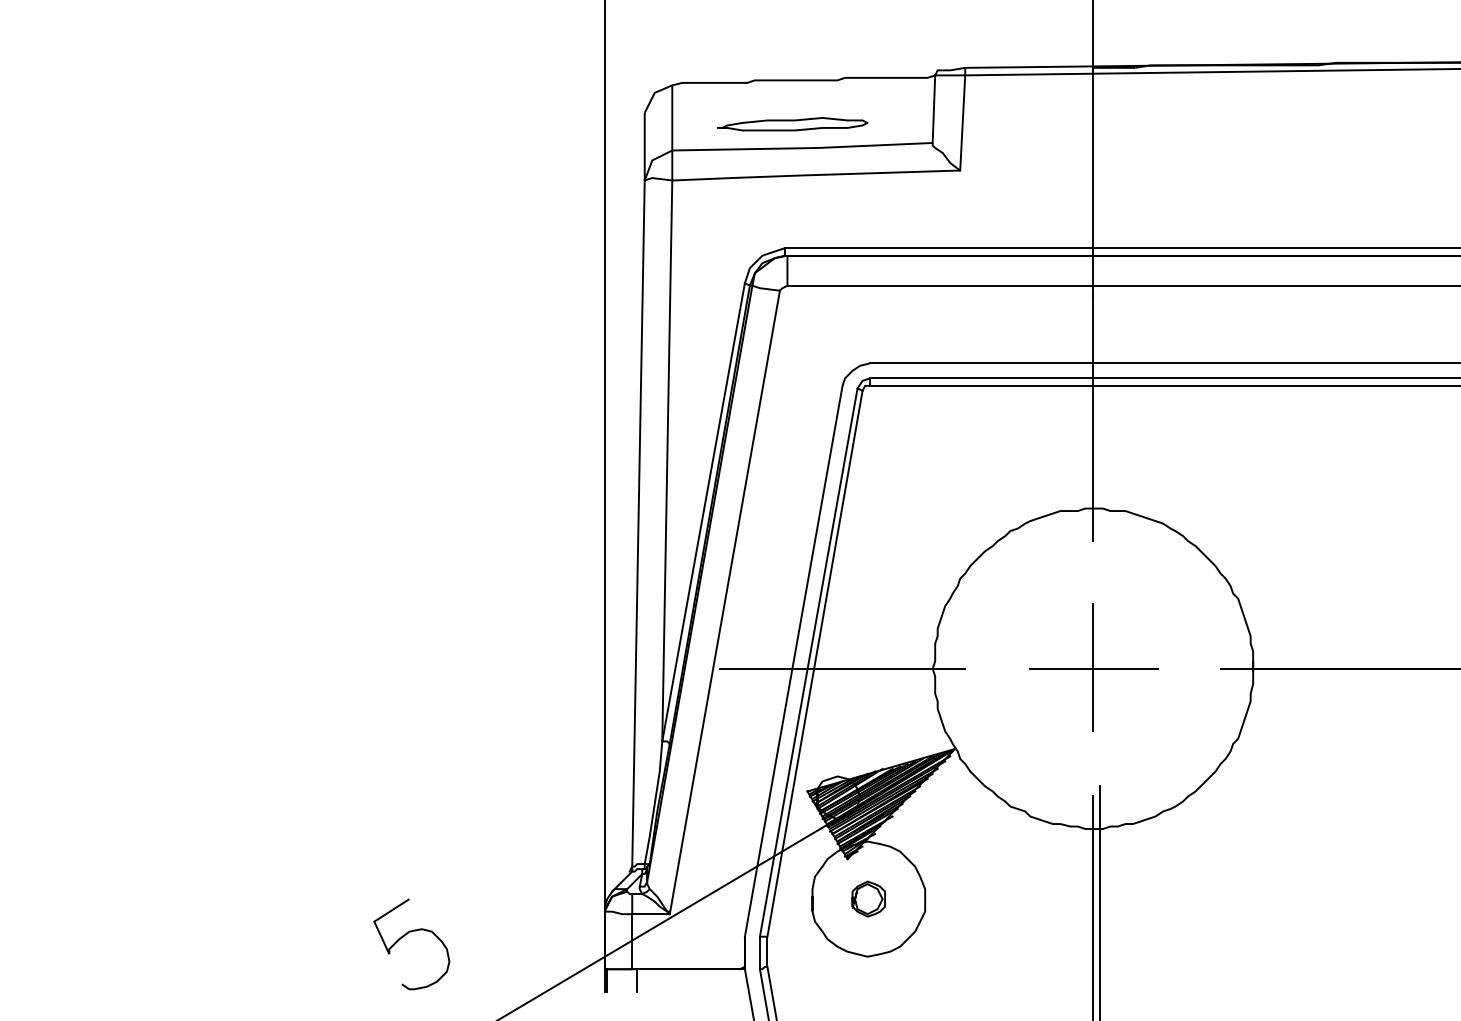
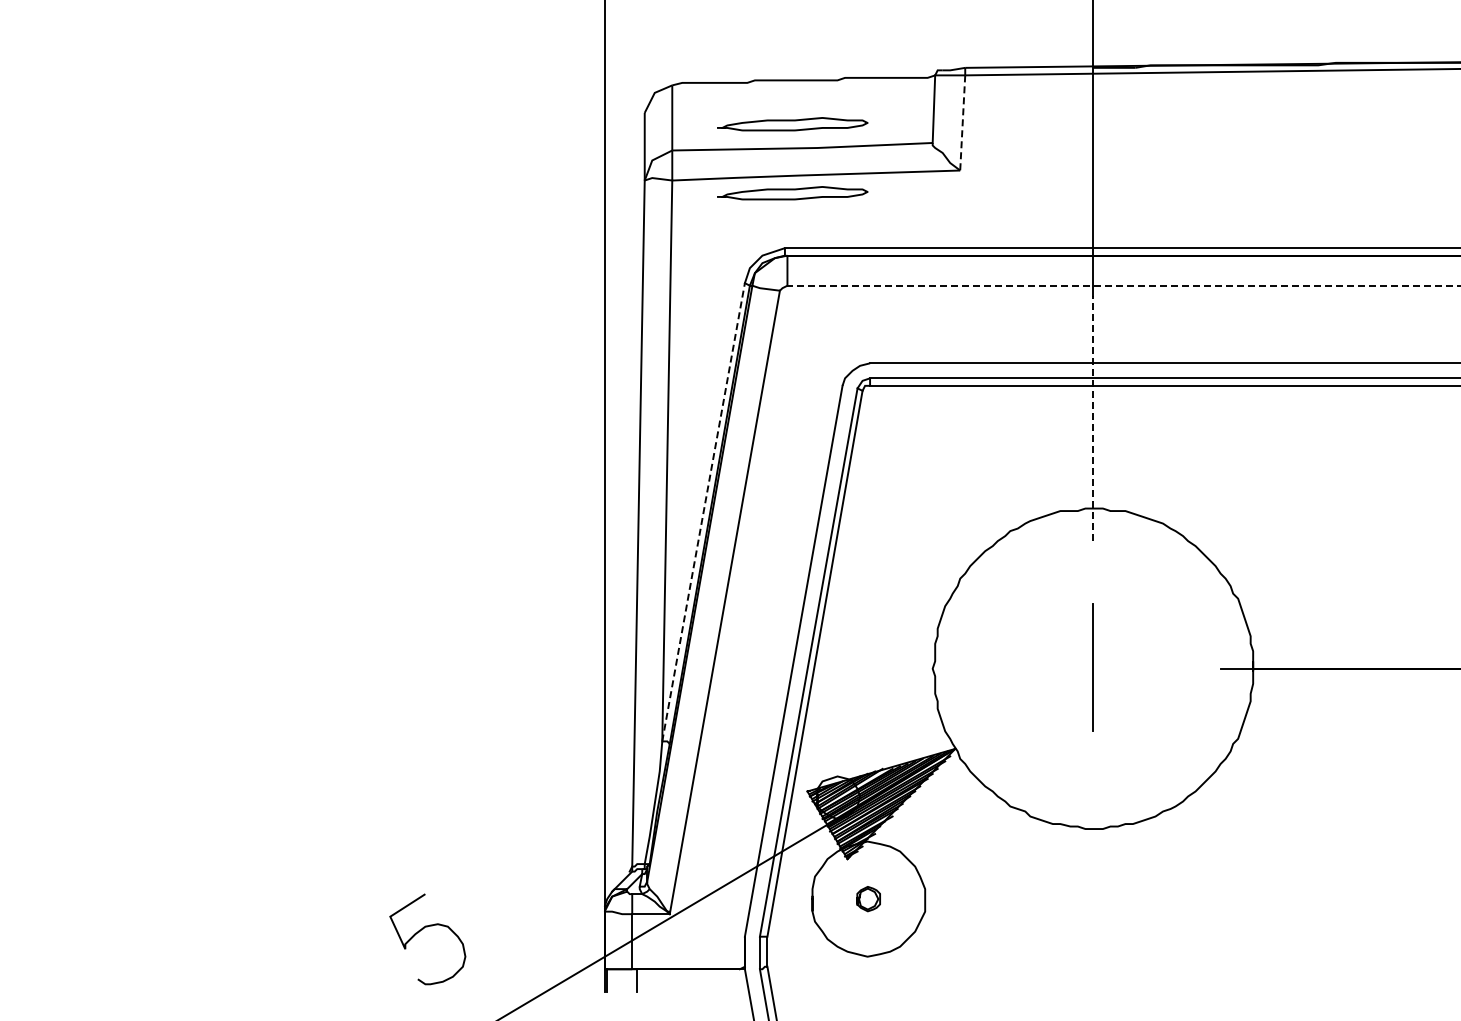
line at (962, 122): solid -> dashed
part at (792, 193): none -> present
line at (1123, 285): solid -> dashed
line at (1092, 418): solid -> dashed
line at (703, 512): solid -> dashed
line at (842, 668): present -> none
line at (1094, 668): present -> none
part at (868, 898) size: 35x38 px -> 25x27 px
line at (1100, 901): present -> none
line at (1092, 906): present -> none
curve at (406, 935) position: (406, 935) -> (422, 930)
